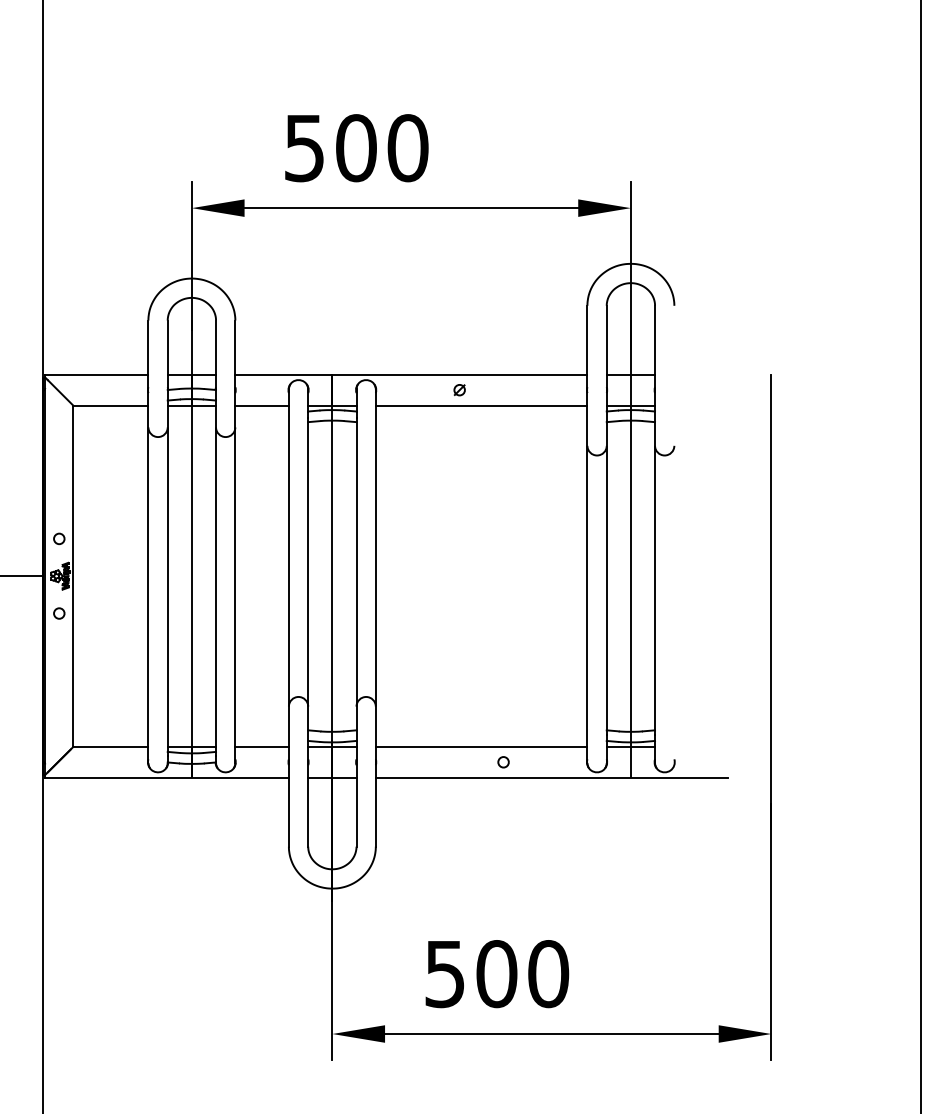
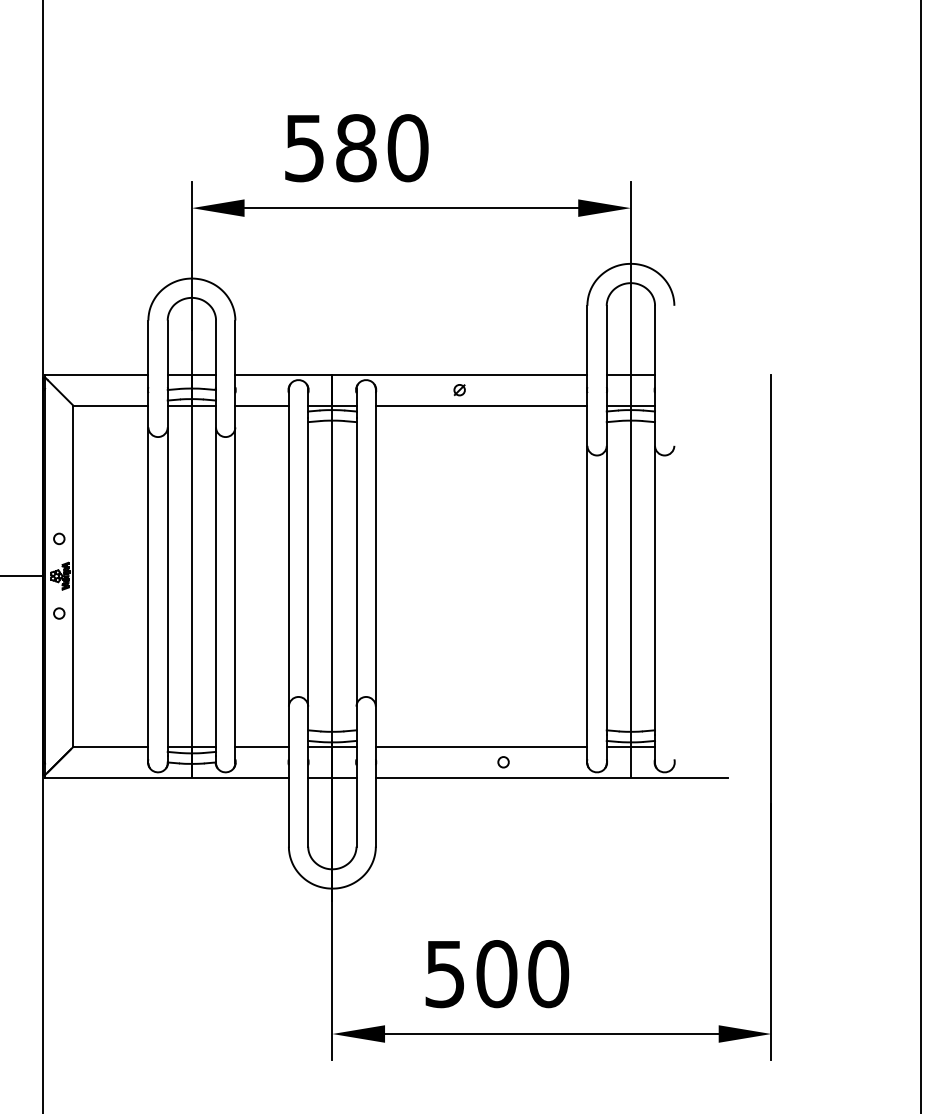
text at (356, 148): 500 -> 580
